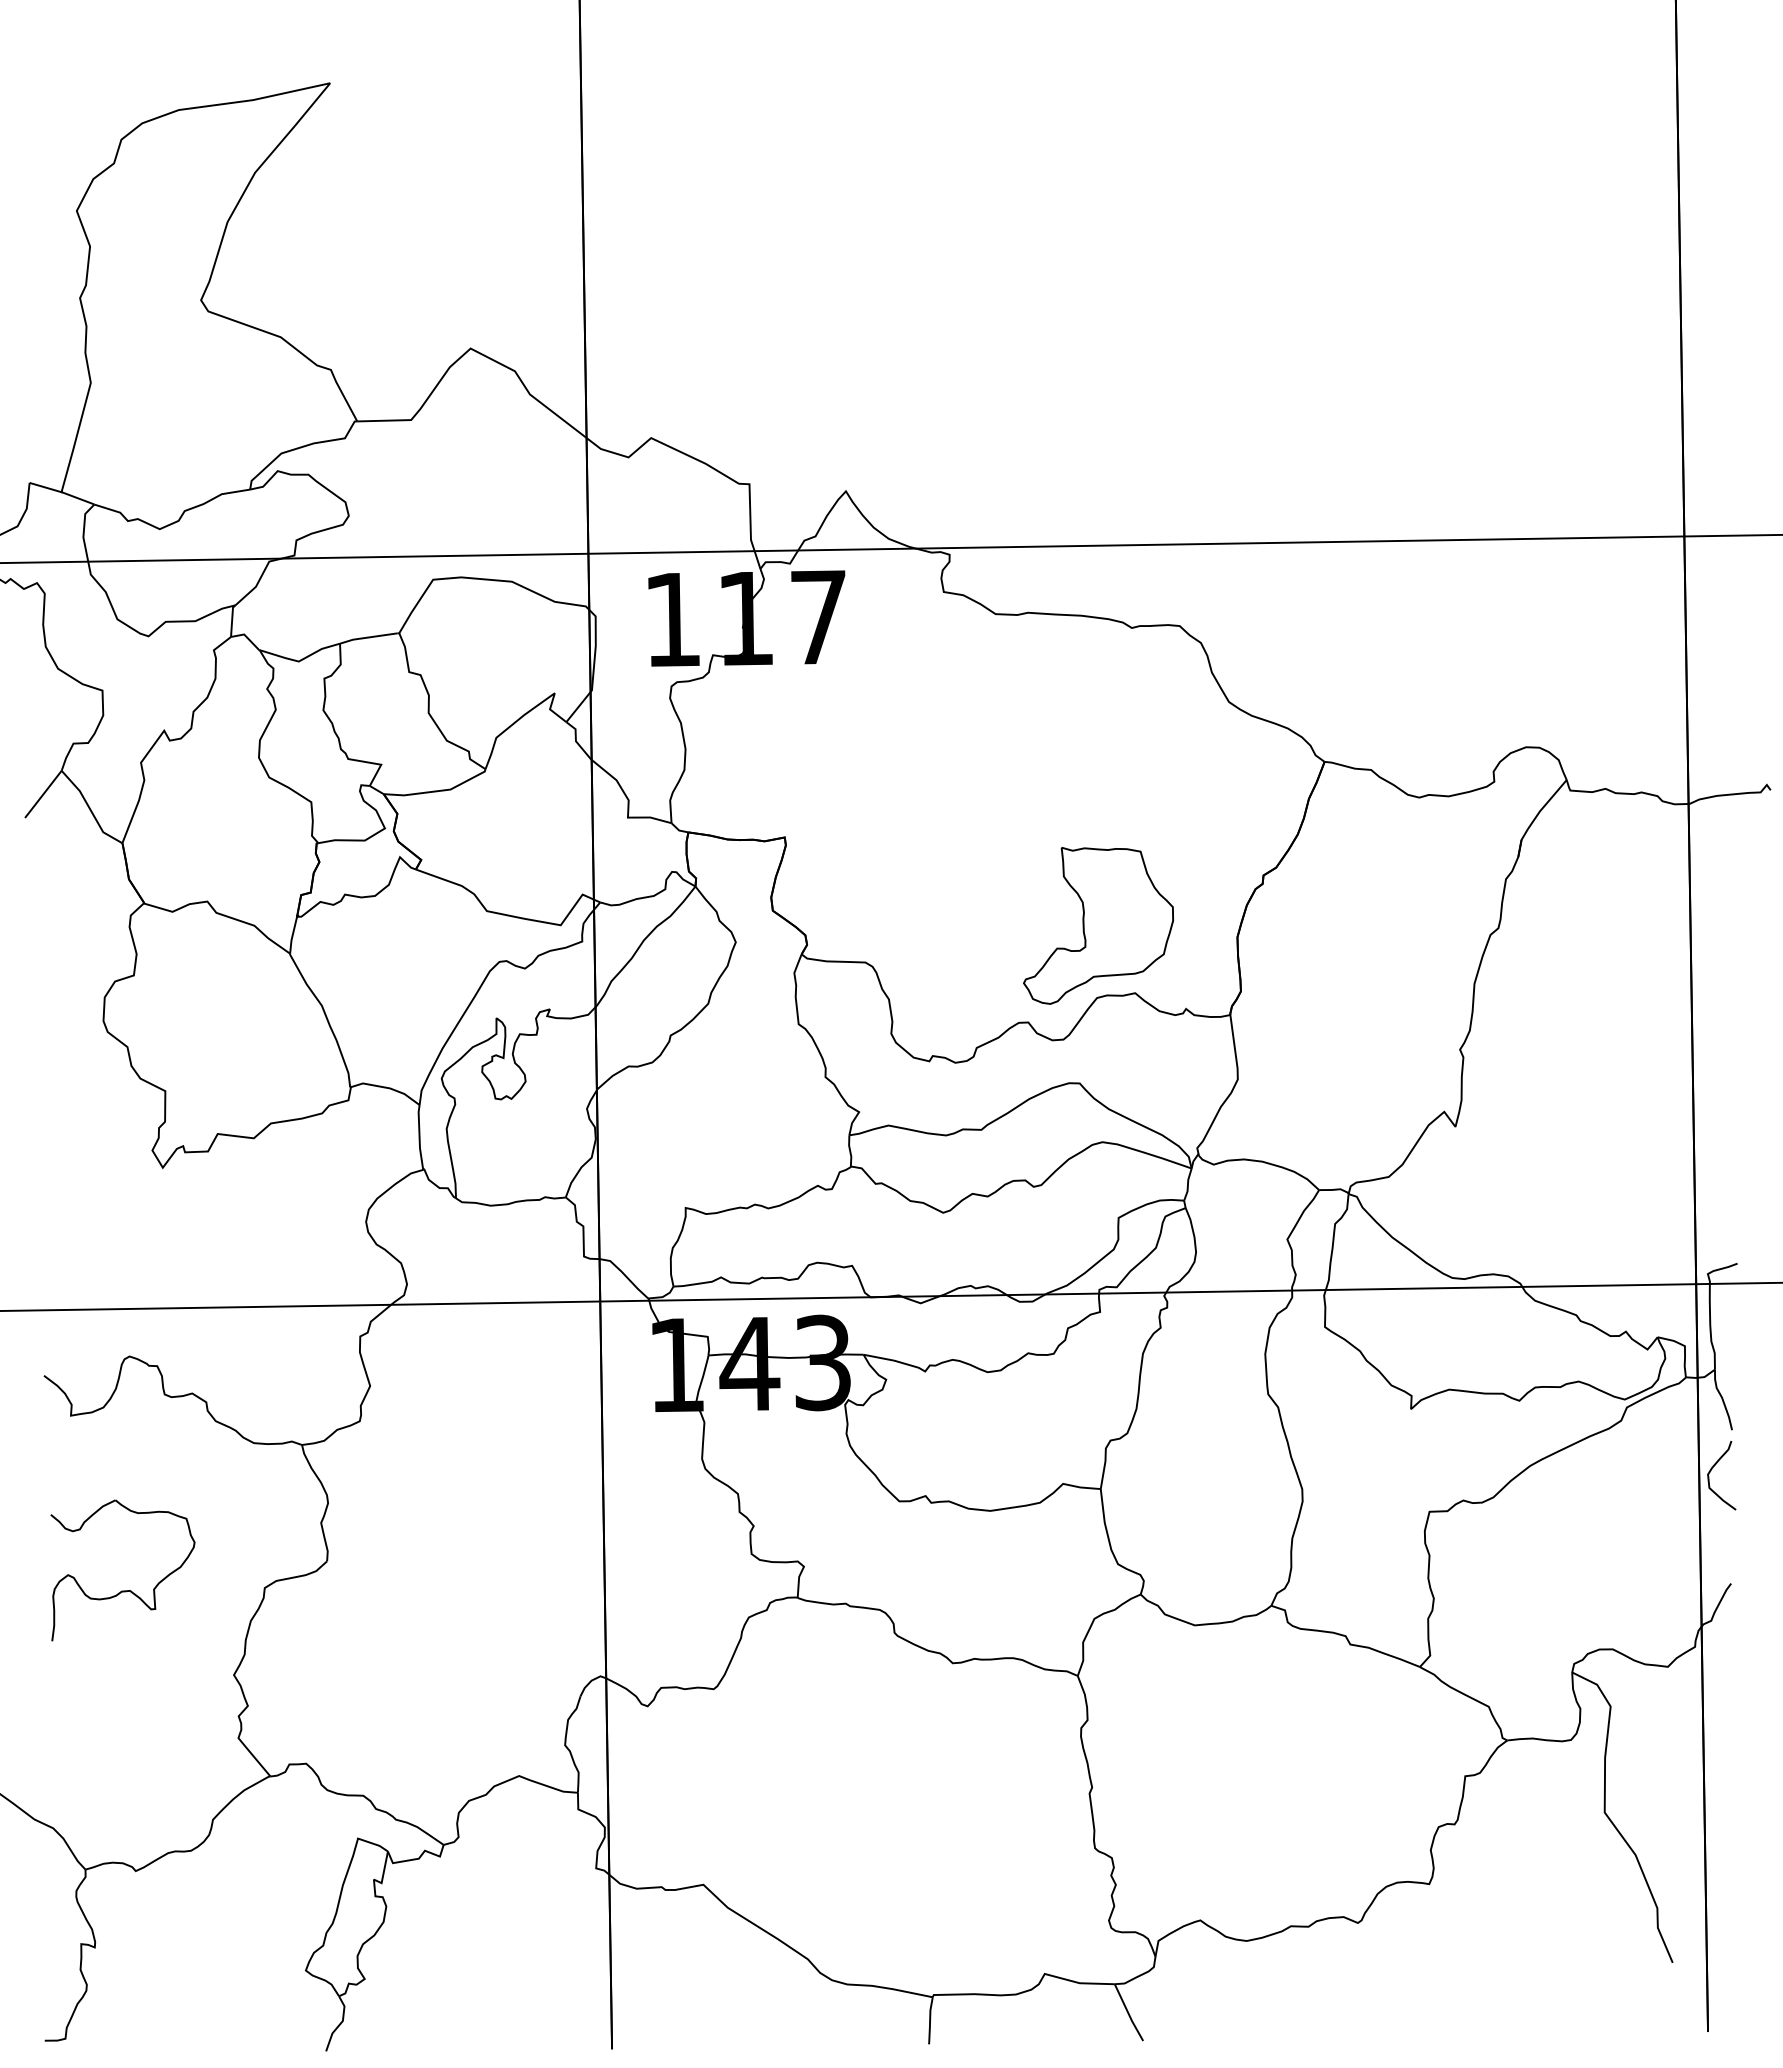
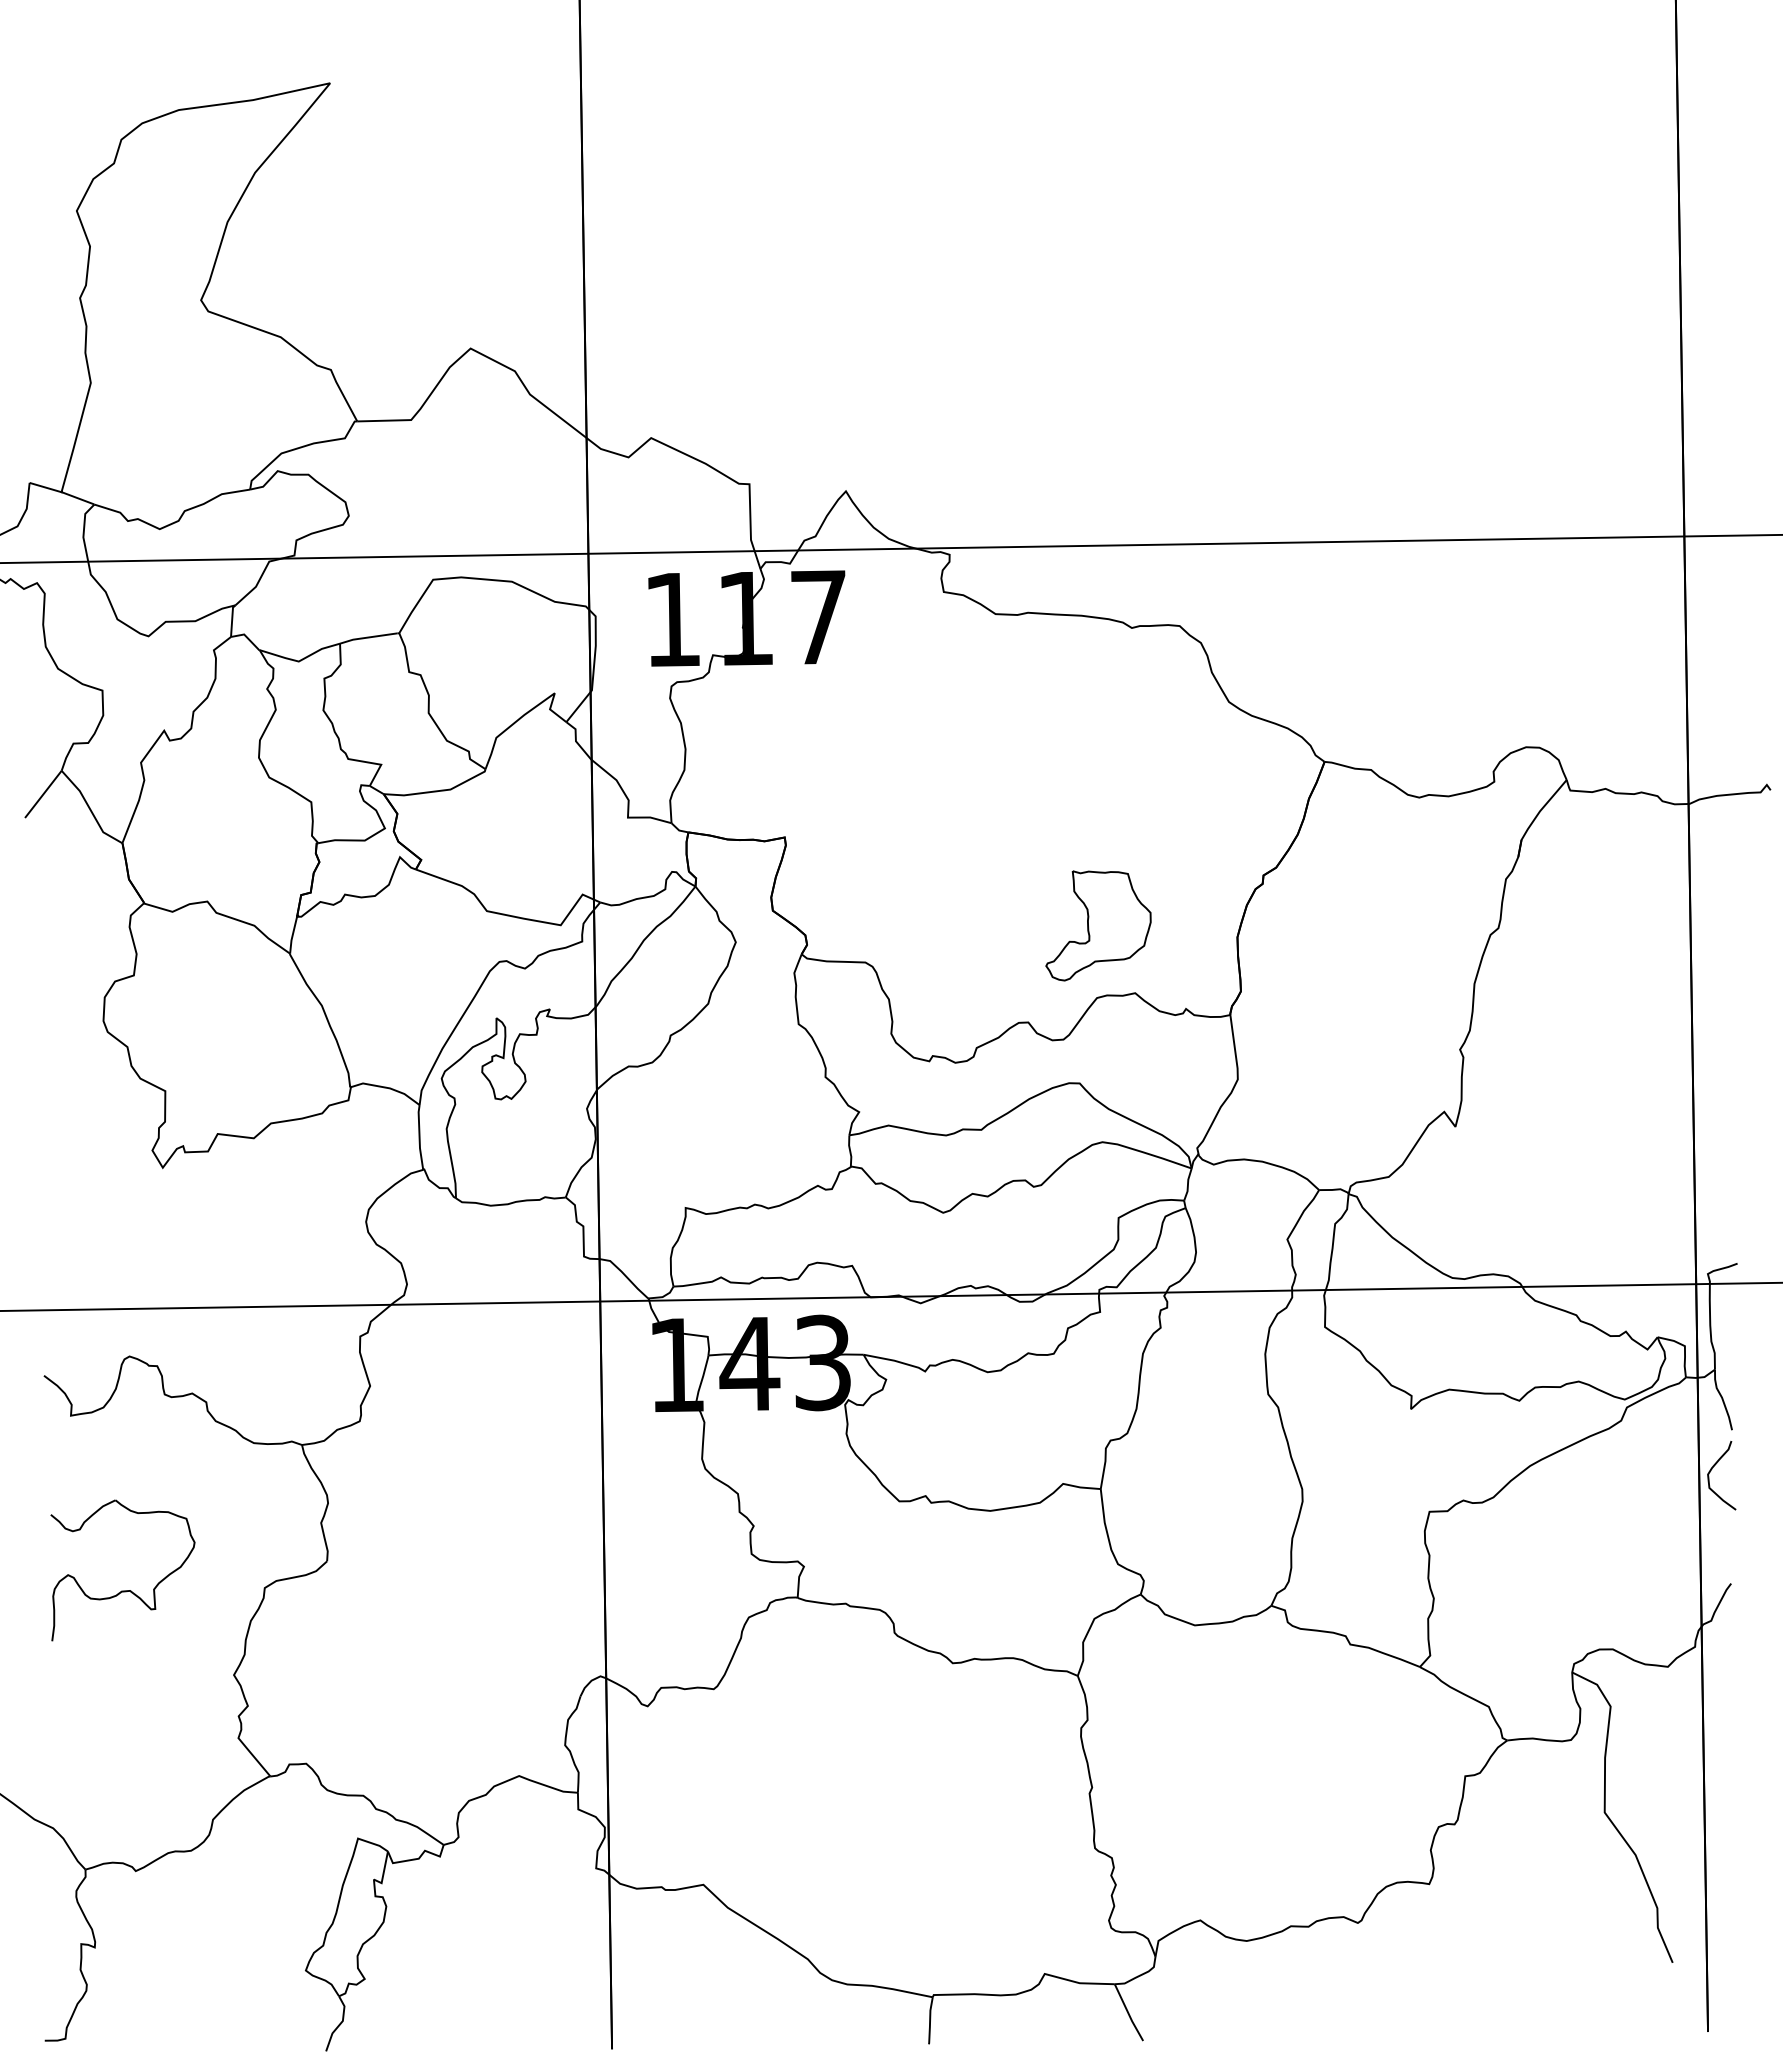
part at (1098, 925) size: 151x158 px -> 107x112 px
